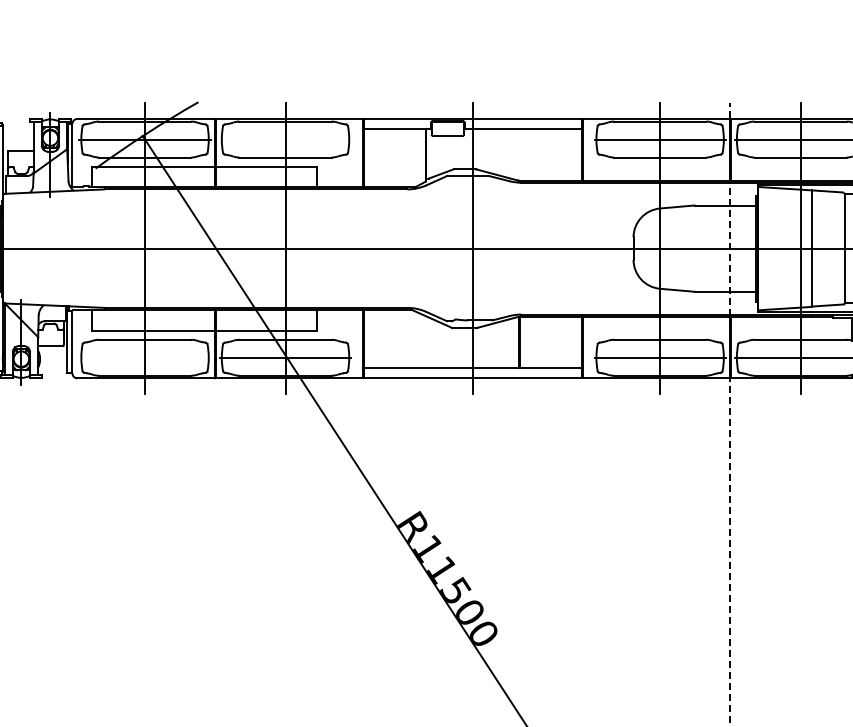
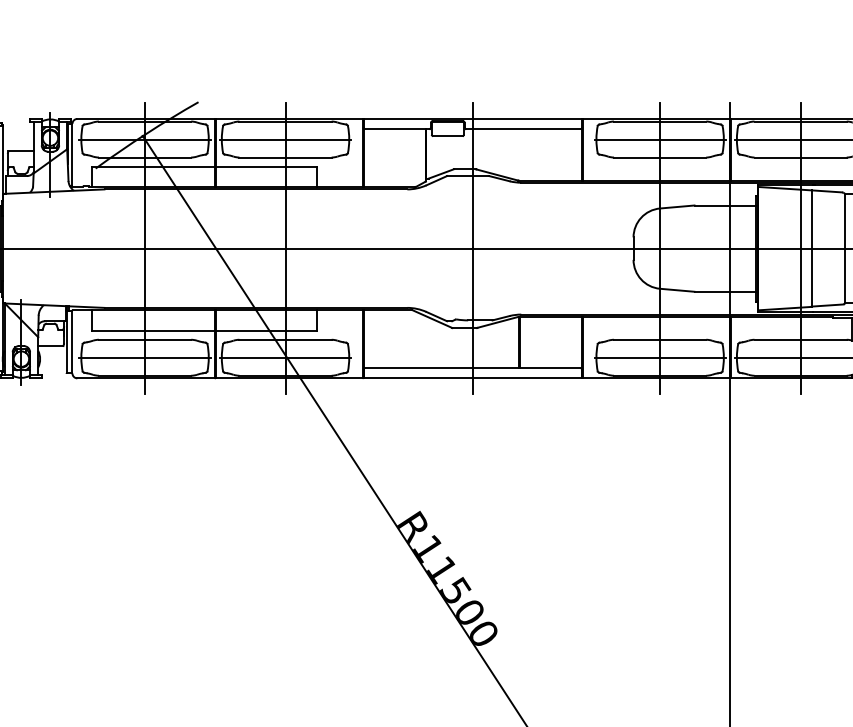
line at (285, 139): none -> present
line at (144, 357): none -> present
line at (730, 414): dashed -> solid
